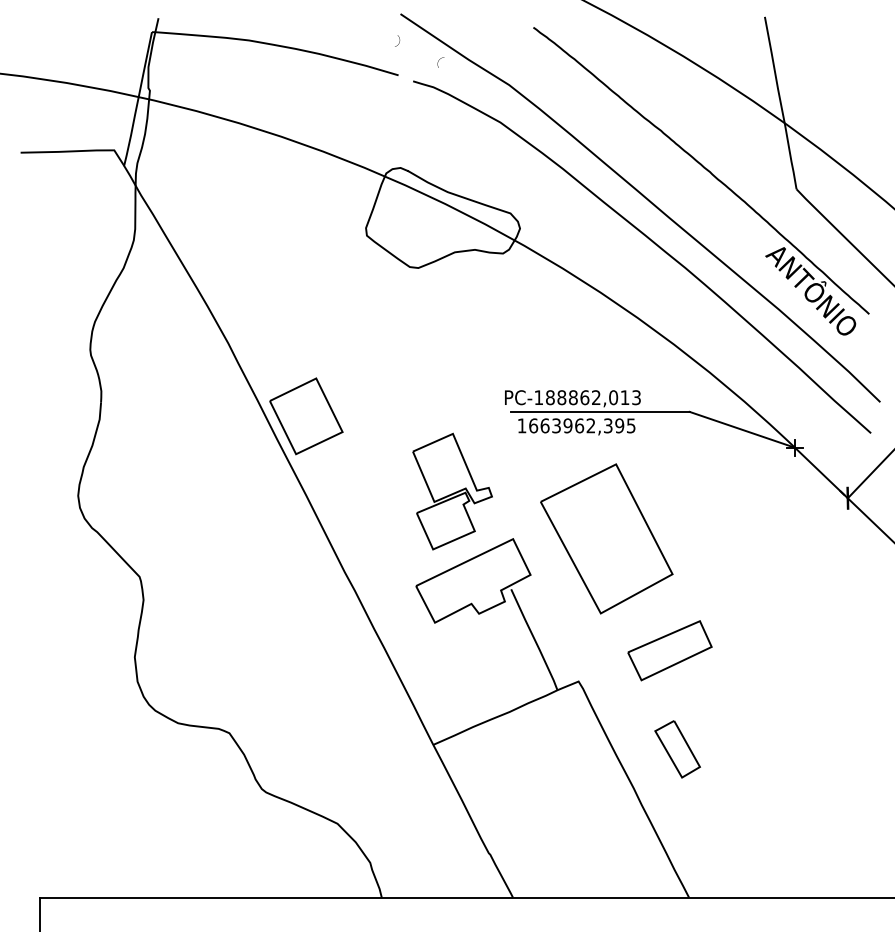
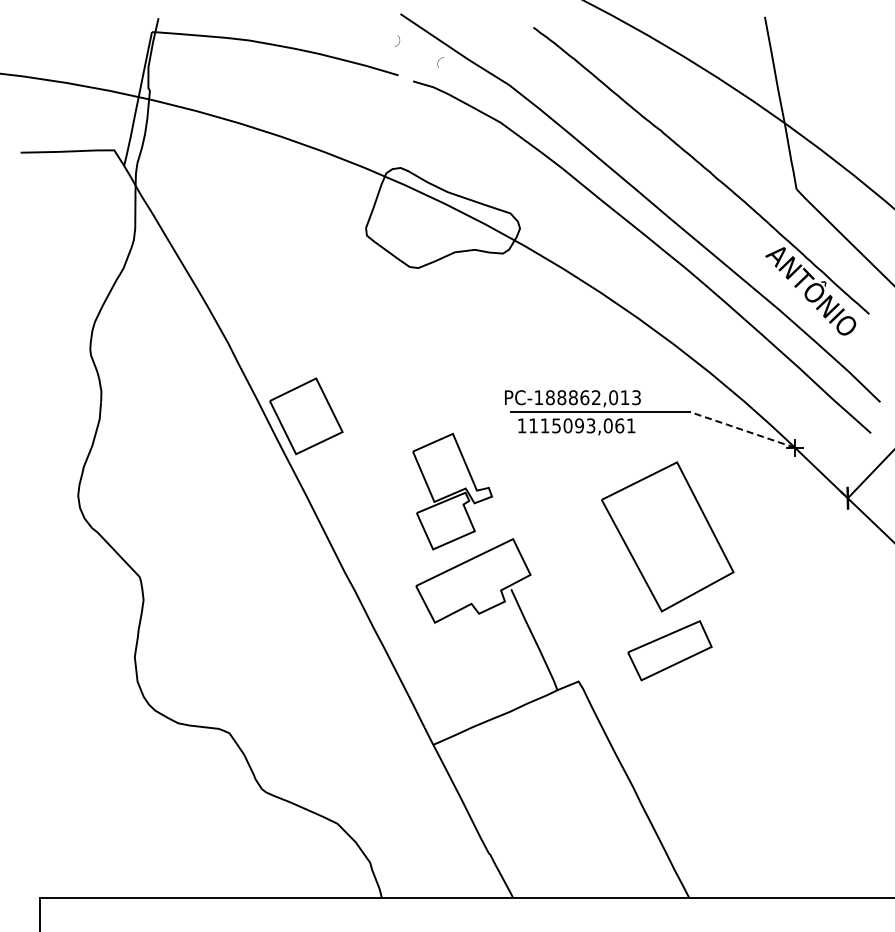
text at (582, 425): 1663962,395 -> 1115093,061
line at (742, 429): solid -> dashed
part at (606, 538) position: (606, 538) -> (667, 536)
part at (677, 749): present -> none
